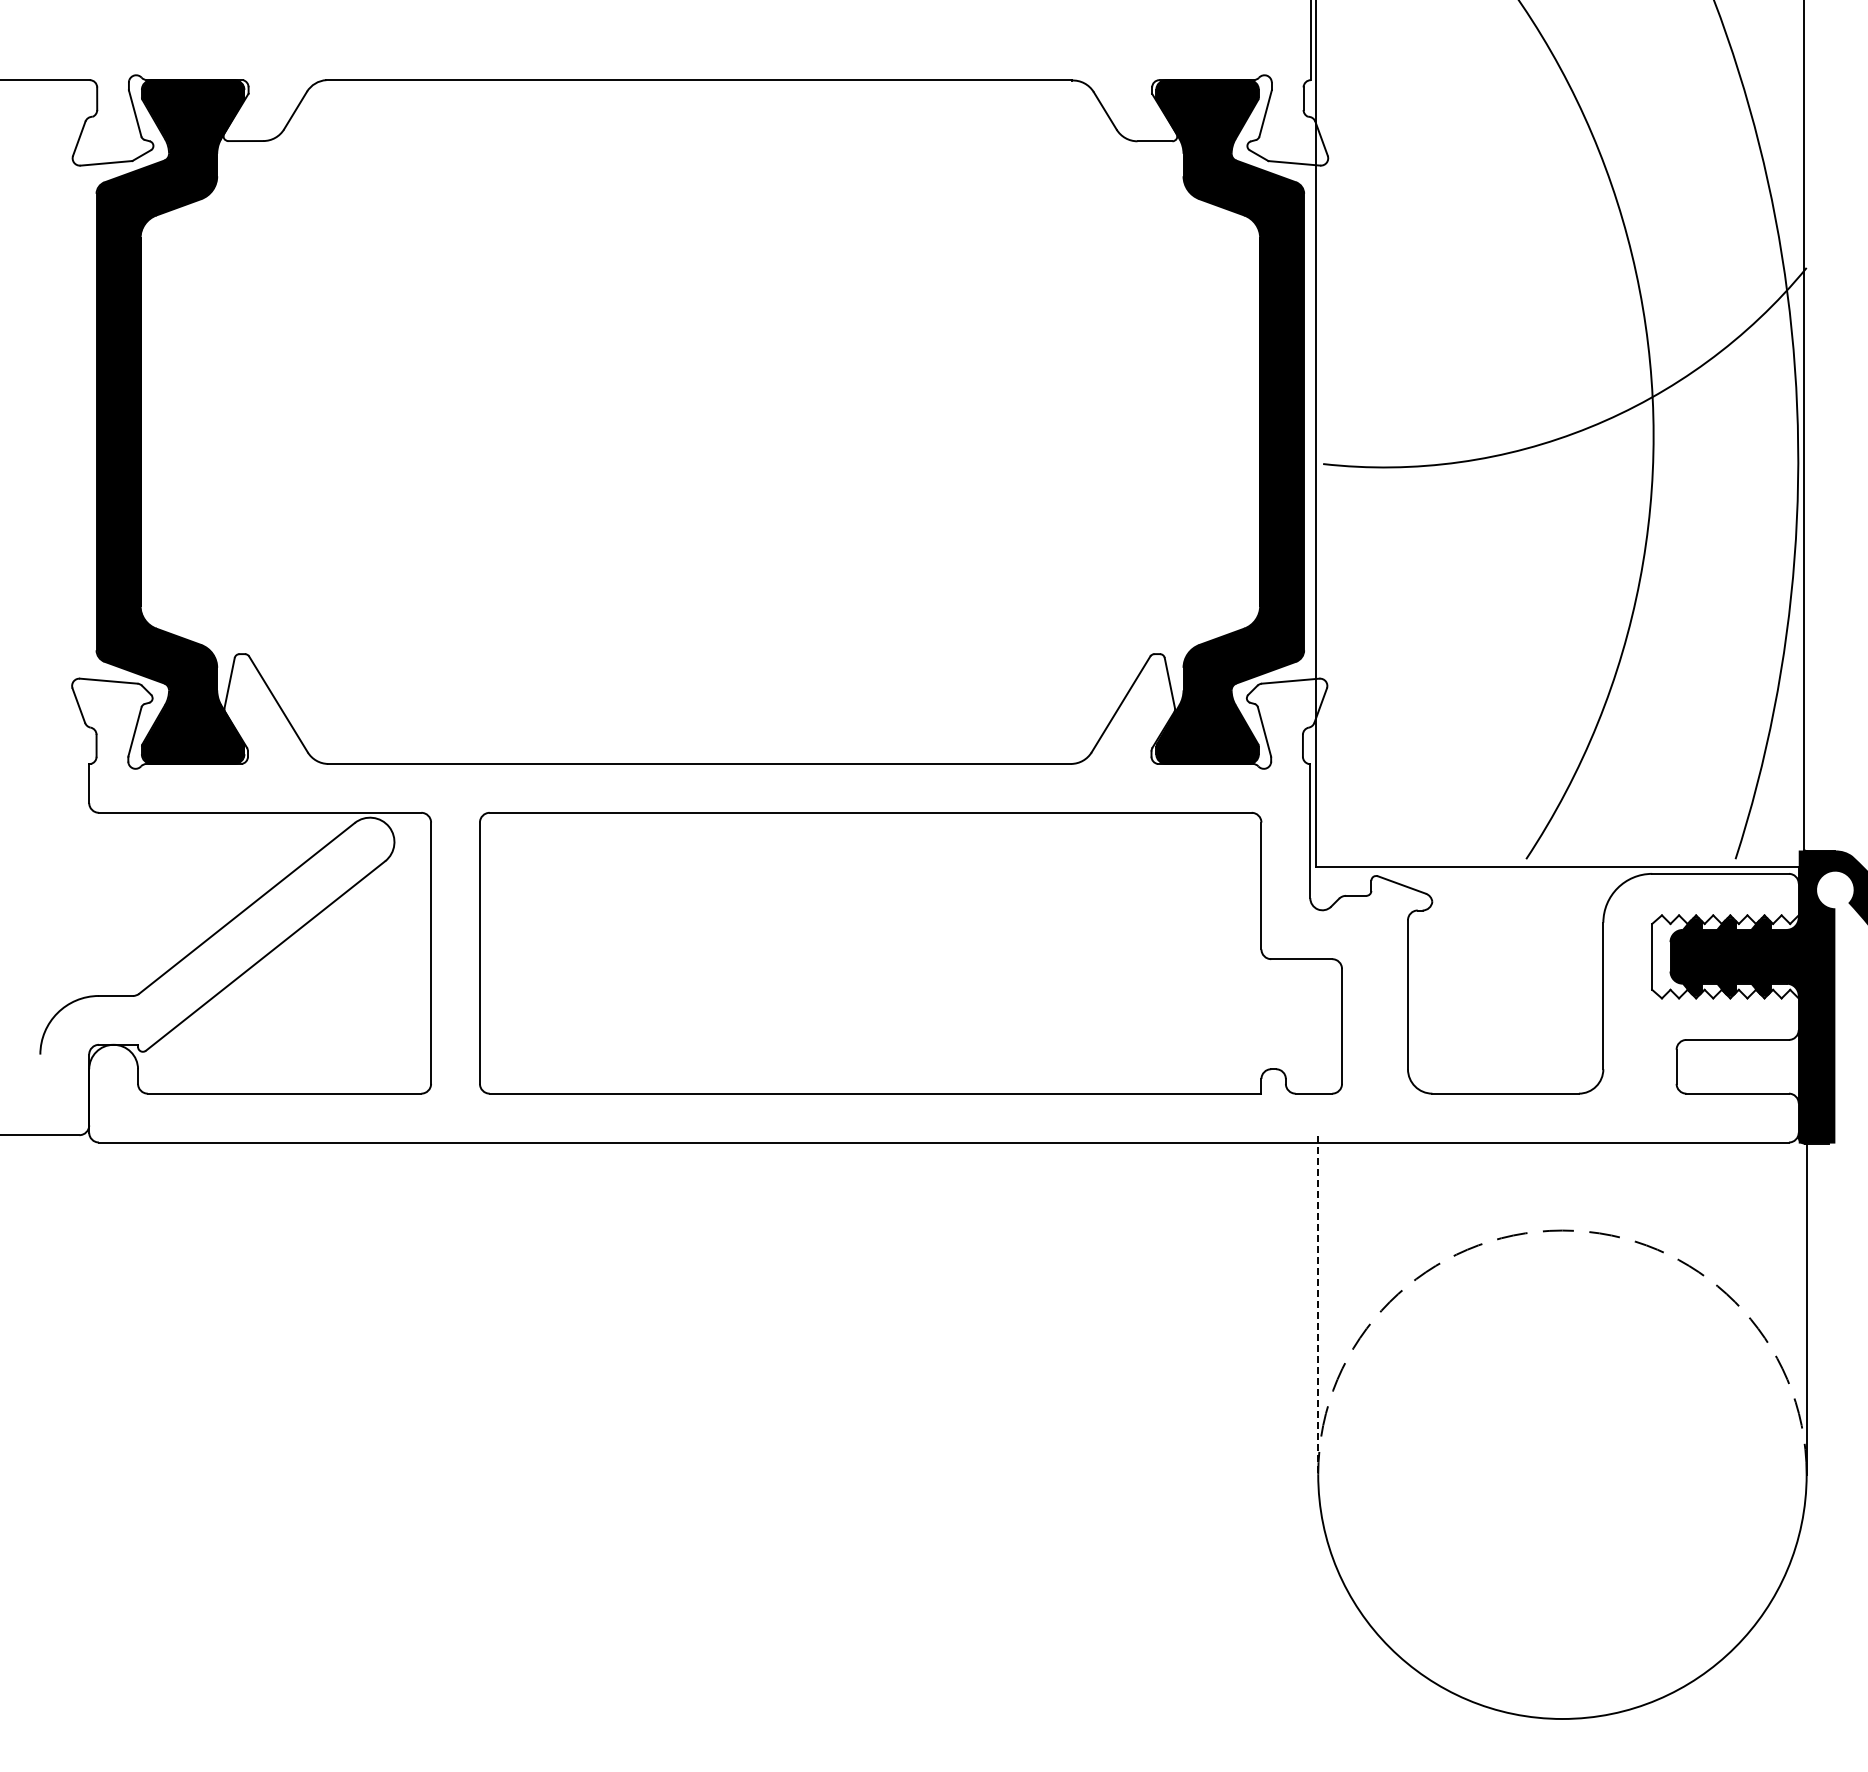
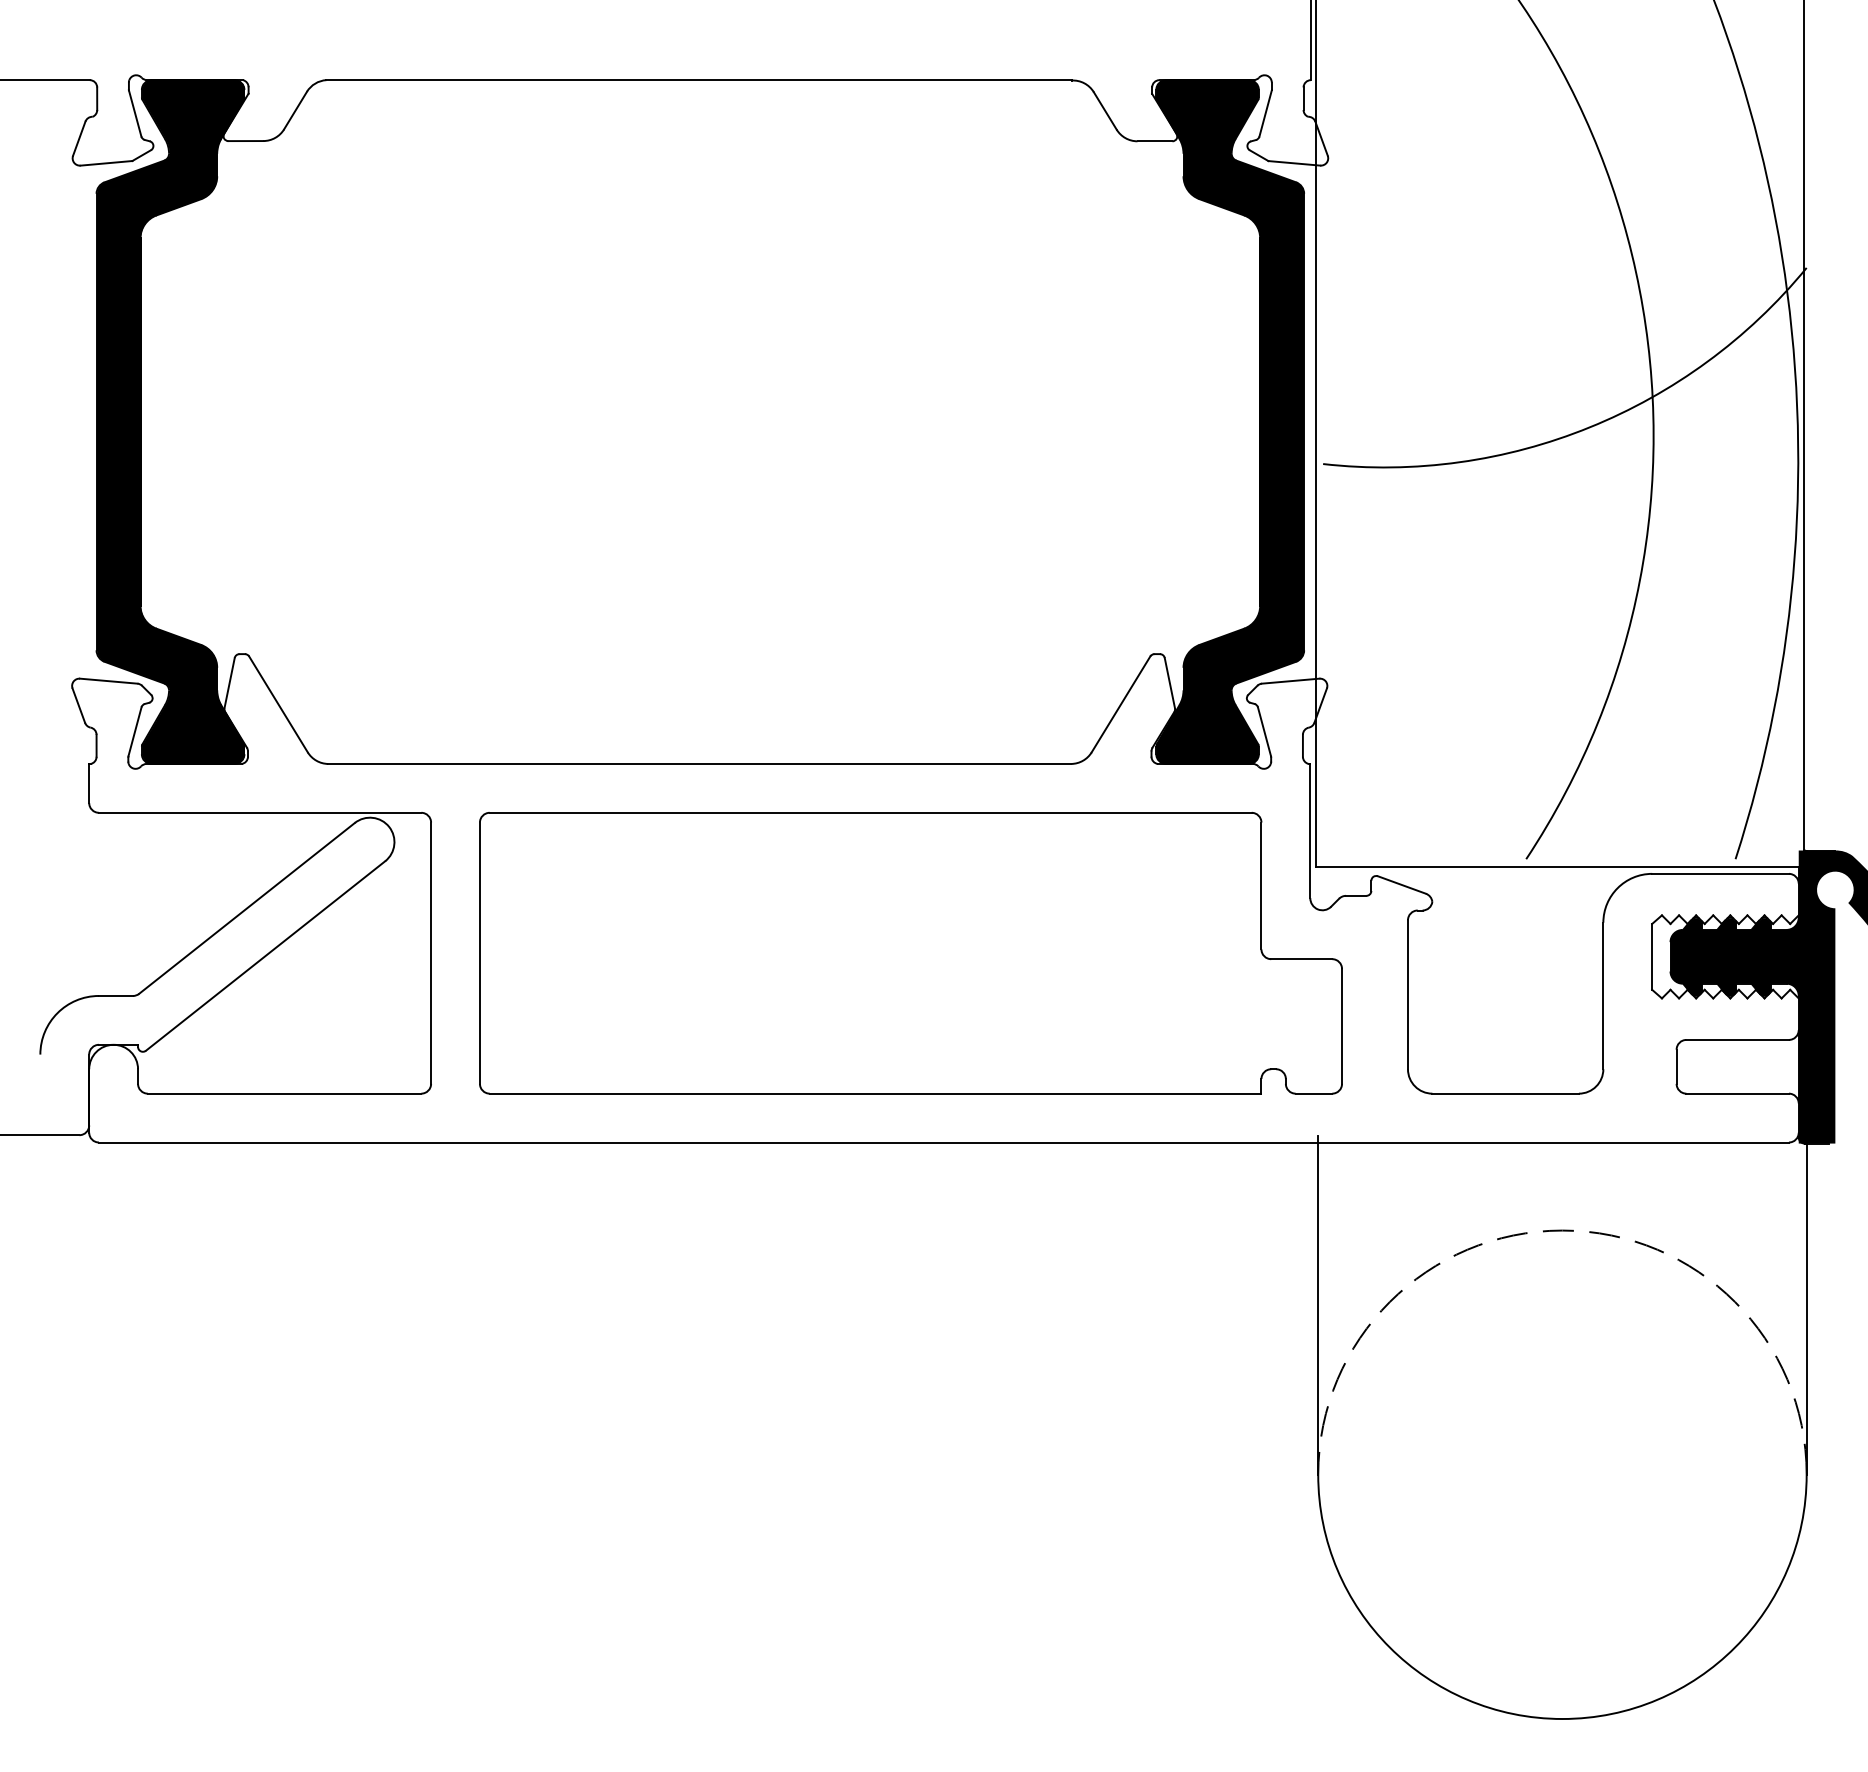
line at (1318, 1306): dashed -> solid
